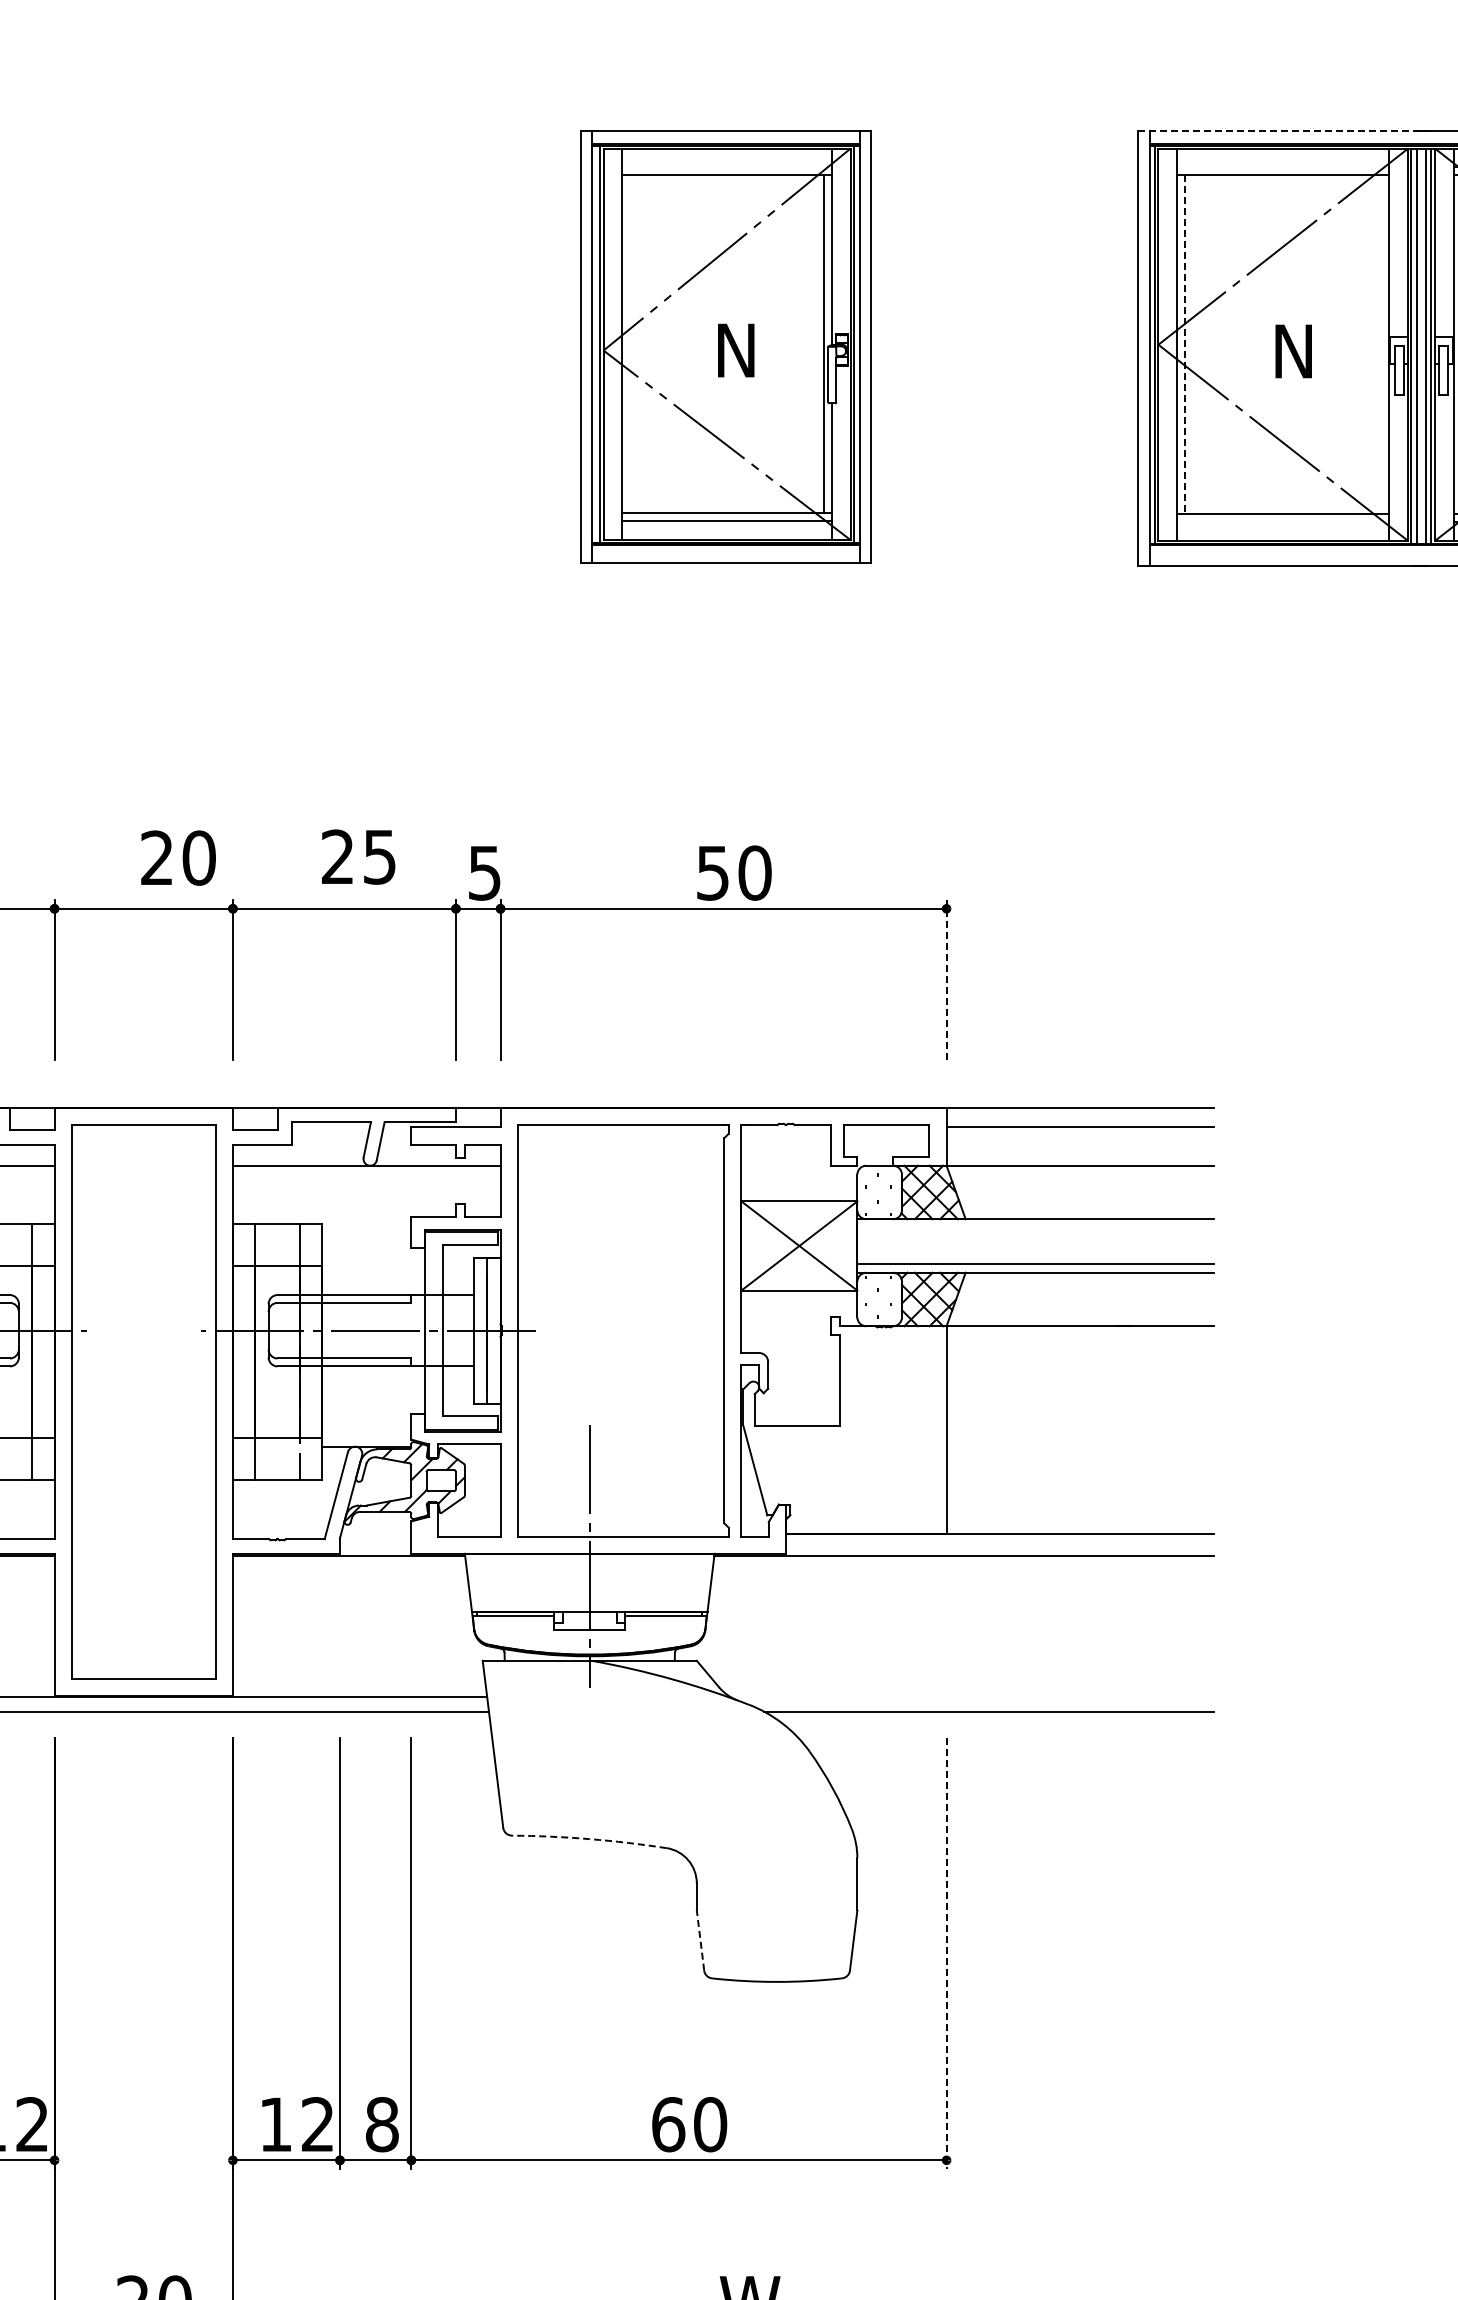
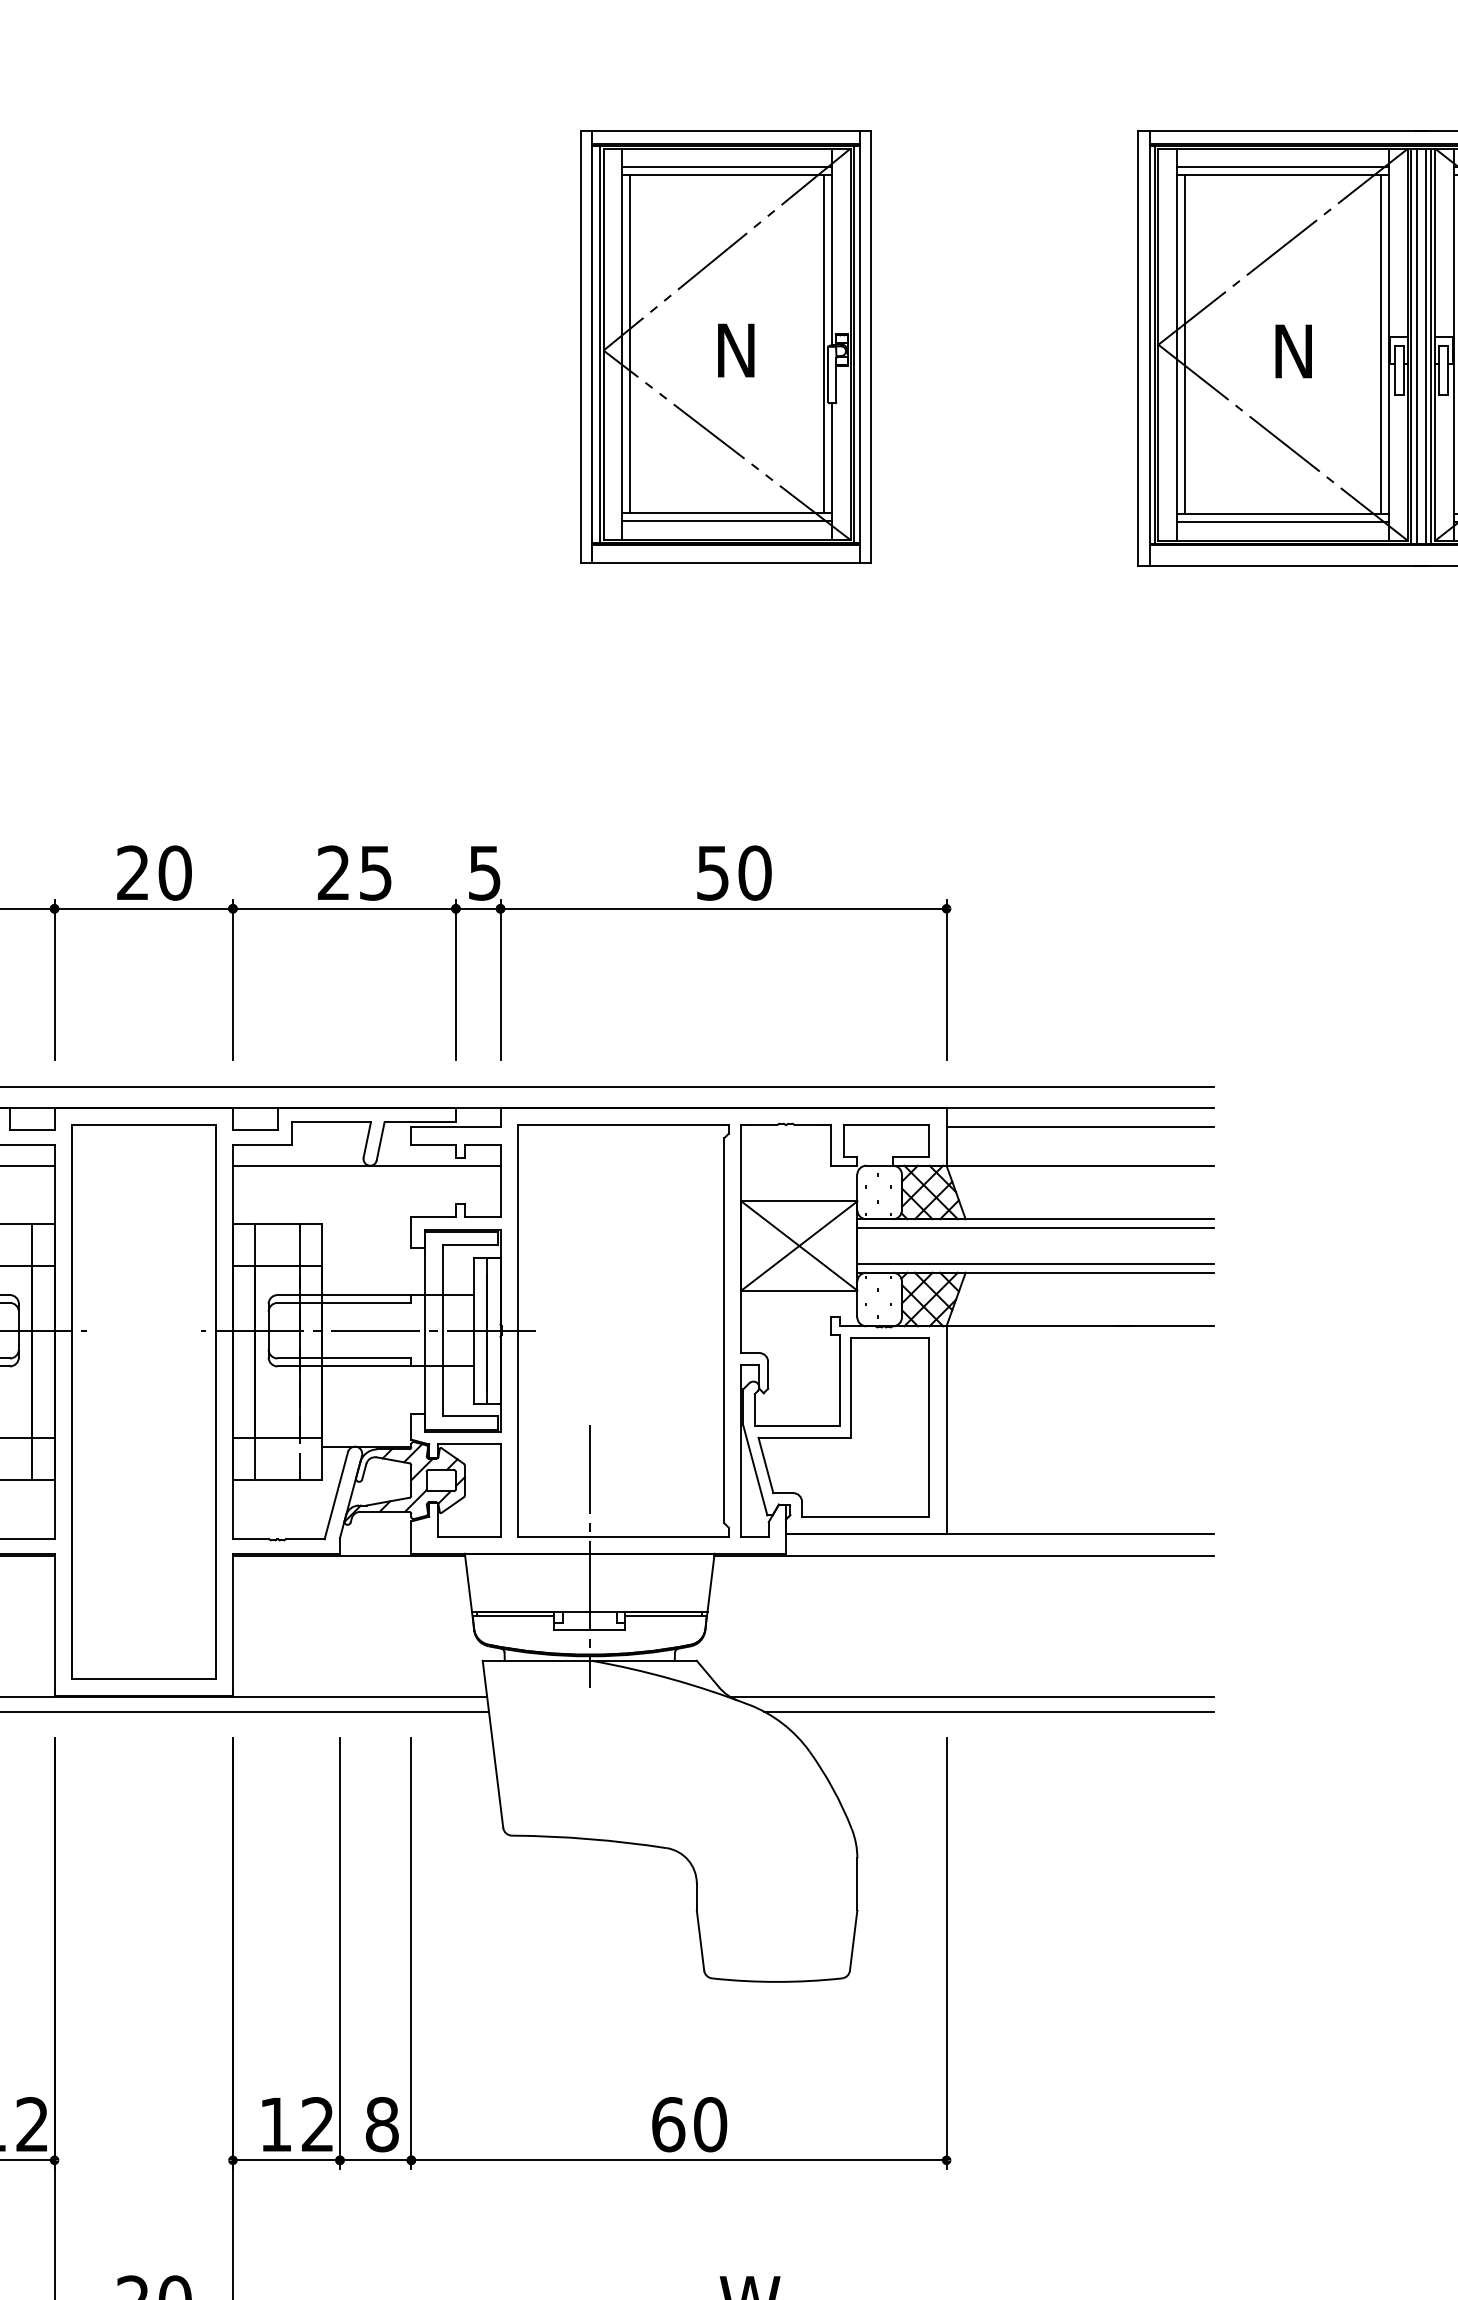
line at (1283, 130): dashed -> solid
line at (726, 167): none -> present
line at (1283, 167): none -> present
line at (630, 344): none -> present
line at (1381, 344): none -> present
line at (1185, 345): dashed -> solid
line at (1283, 522): none -> present
text at (358, 856) position: (358, 856) -> (354, 872)
text at (178, 857) position: (178, 857) -> (154, 872)
line at (946, 979): dashed -> solid
line at (608, 1087): none -> present
line at (1035, 1228): none -> present
part at (850, 1427): none -> present
line at (972, 1697): none -> present
arc at (589, 1839): dashed -> solid
line at (700, 1940): dashed -> solid
line at (946, 1954): dashed -> solid
